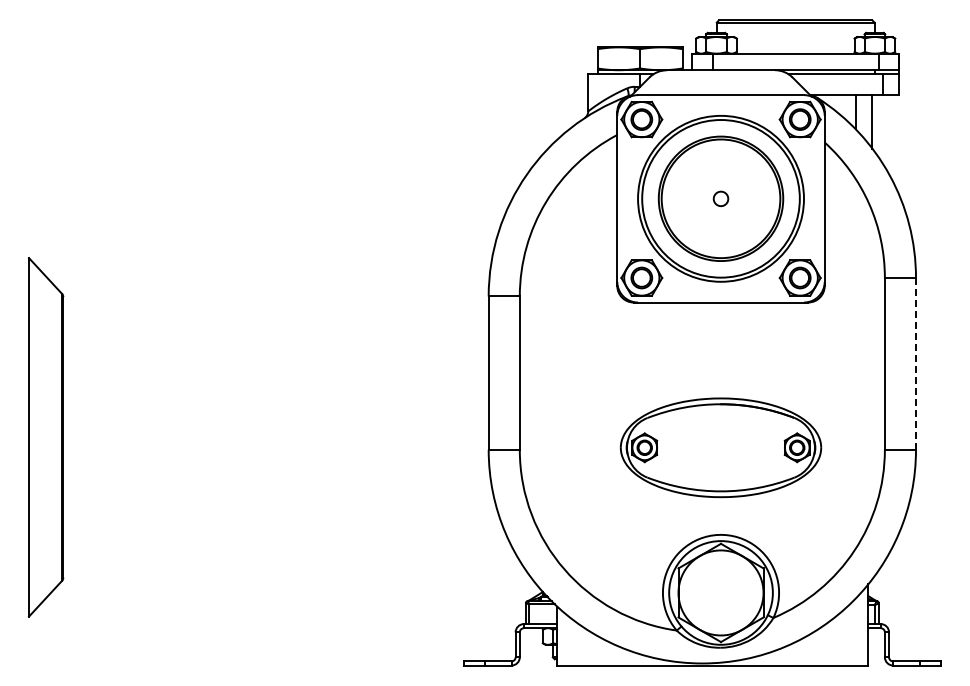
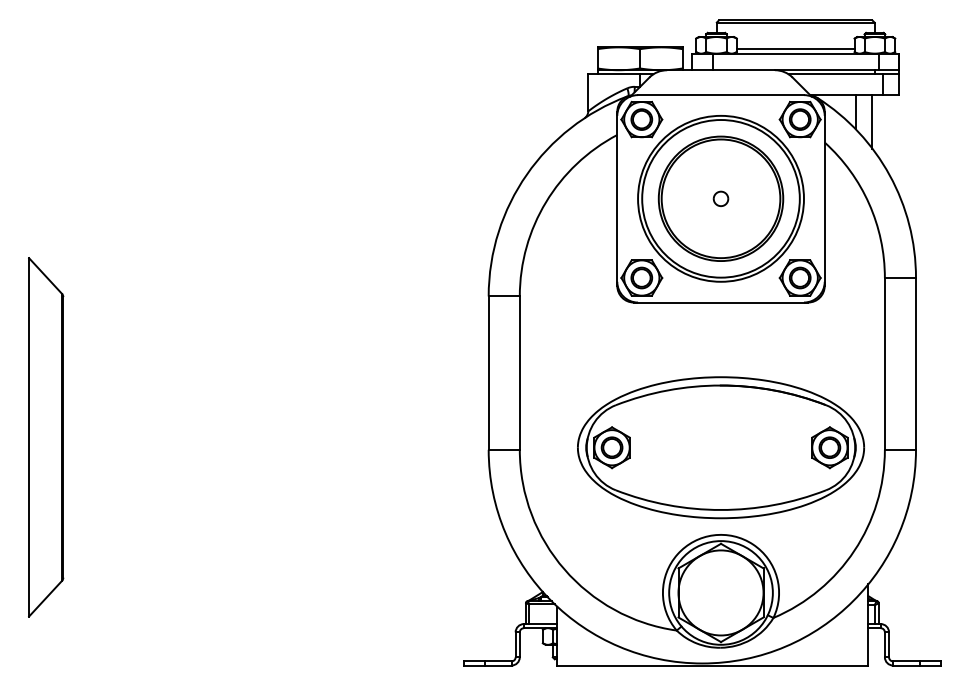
line at (795, 49): none -> present
line at (916, 363): dashed -> solid
part at (721, 447) size: 203x102 px -> 288x144 px
